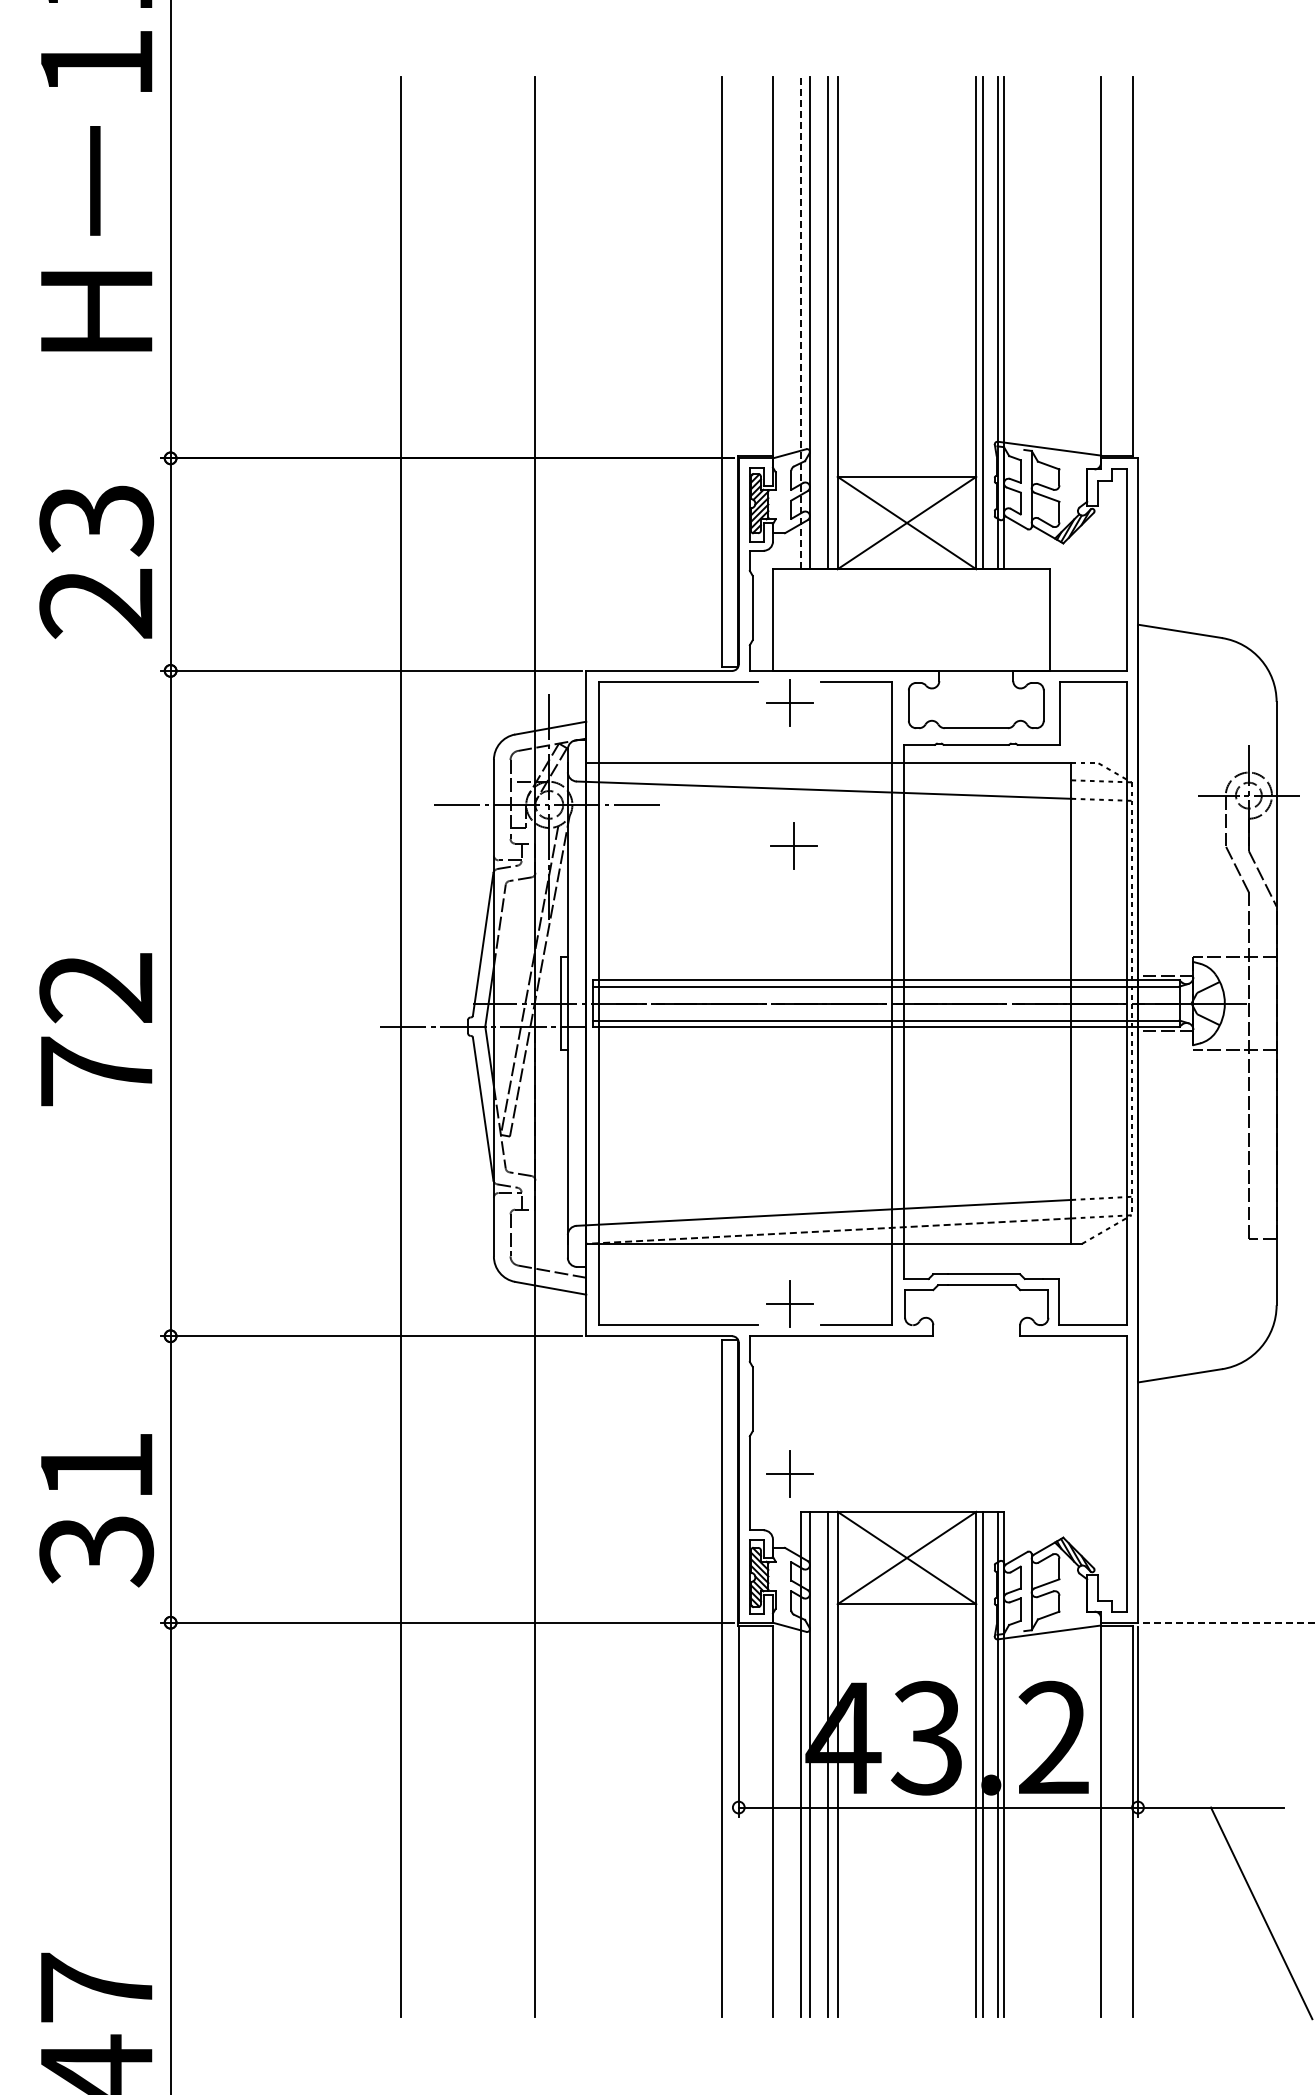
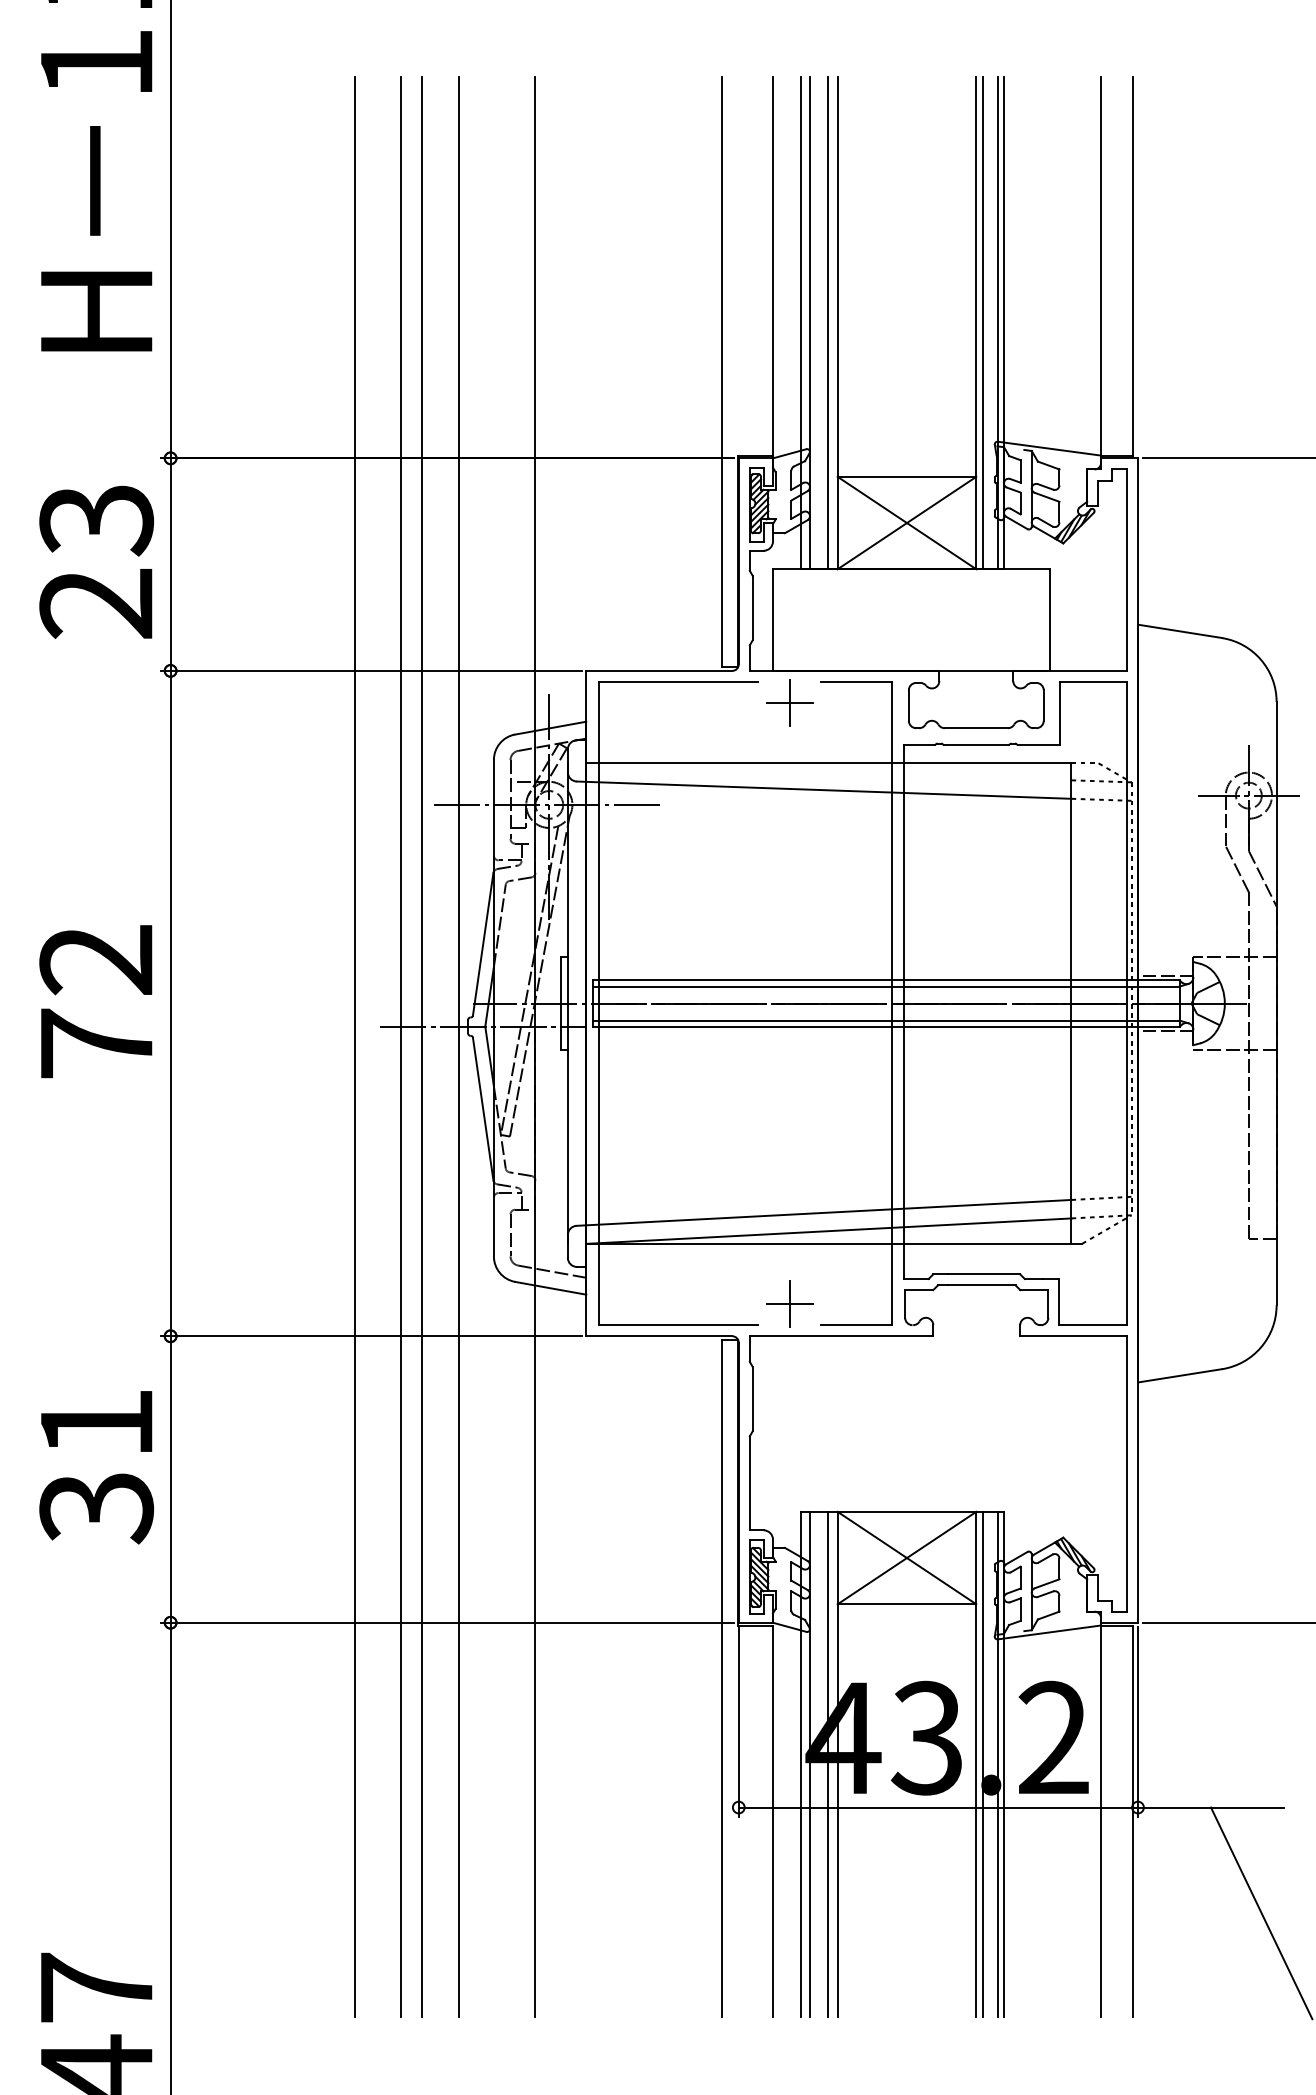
line at (800, 322): dashed -> solid
line at (1227, 458): none -> present
part at (793, 845): present -> none
text at (95, 1029) position: (95, 1029) -> (95, 1001)
line at (355, 1046): none -> present
line at (421, 1046): none -> present
line at (458, 1046): none -> present
line at (828, 1231): dashed -> solid
part at (789, 1473): present -> none
text at (96, 1510) position: (96, 1510) -> (96, 1467)
line at (1229, 1622): dashed -> solid
